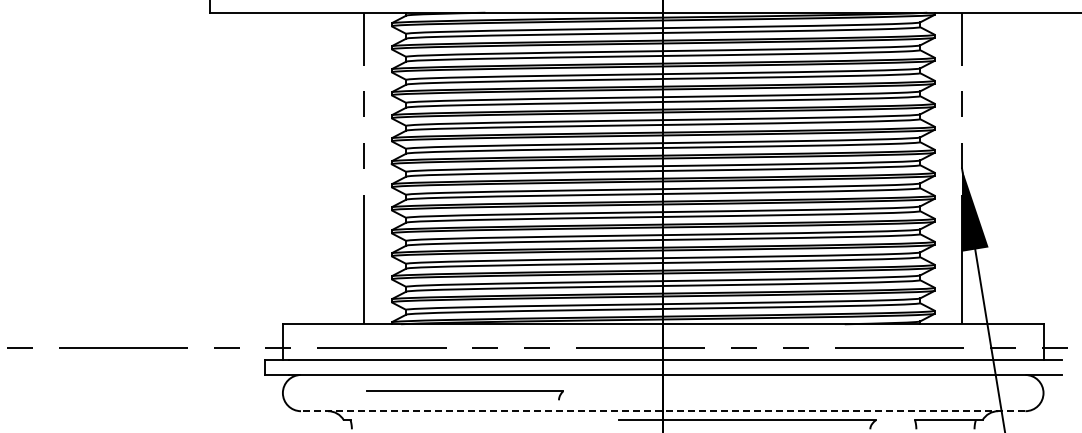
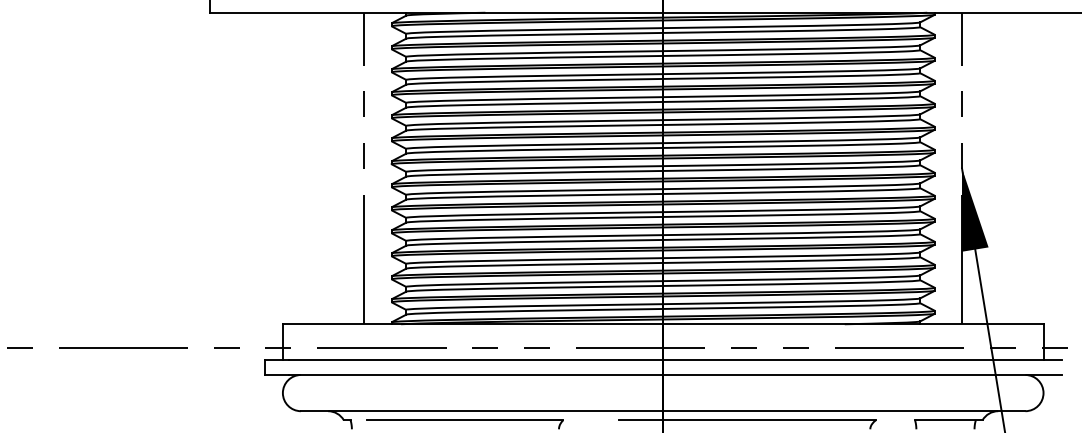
part at (464, 395) position: (464, 395) -> (464, 424)
line at (662, 411): dashed -> solid
